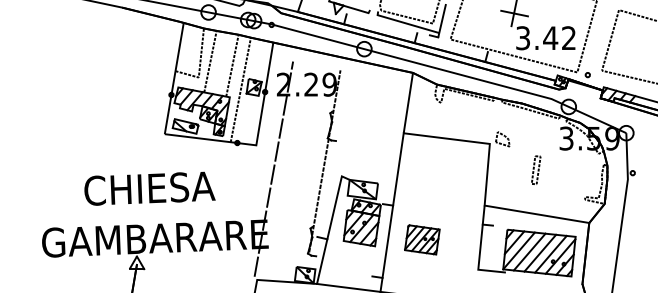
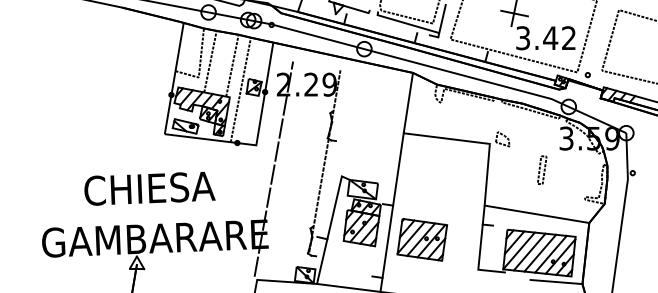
part at (536, 169) position: (536, 169) -> (542, 169)
part at (422, 239) size: 37x32 px -> 53x44 px
line at (556, 281): none -> present
